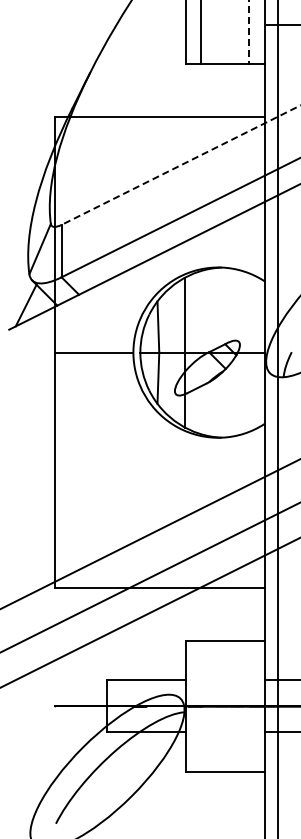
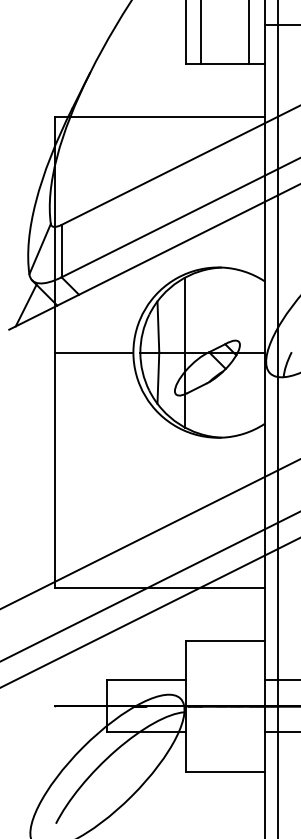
line at (249, 32): dashed -> solid
line at (180, 165): dashed -> solid
line at (149, 577) position: (149, 577) -> (149, 586)
